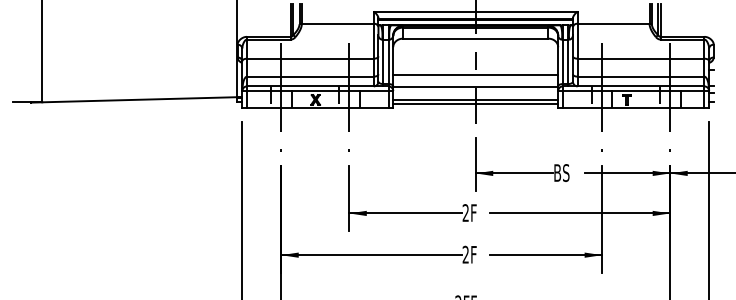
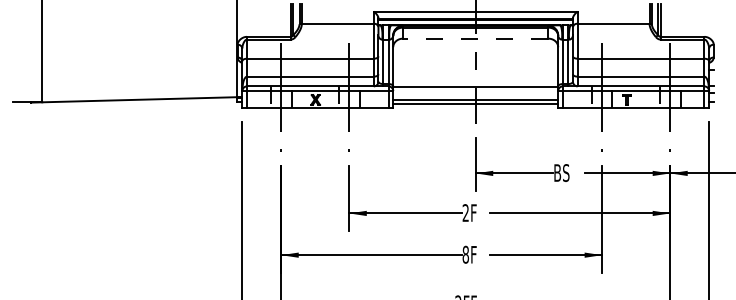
line at (475, 38): solid -> dashed
line at (475, 75): present -> none
text at (465, 254): 2F -> 8F
